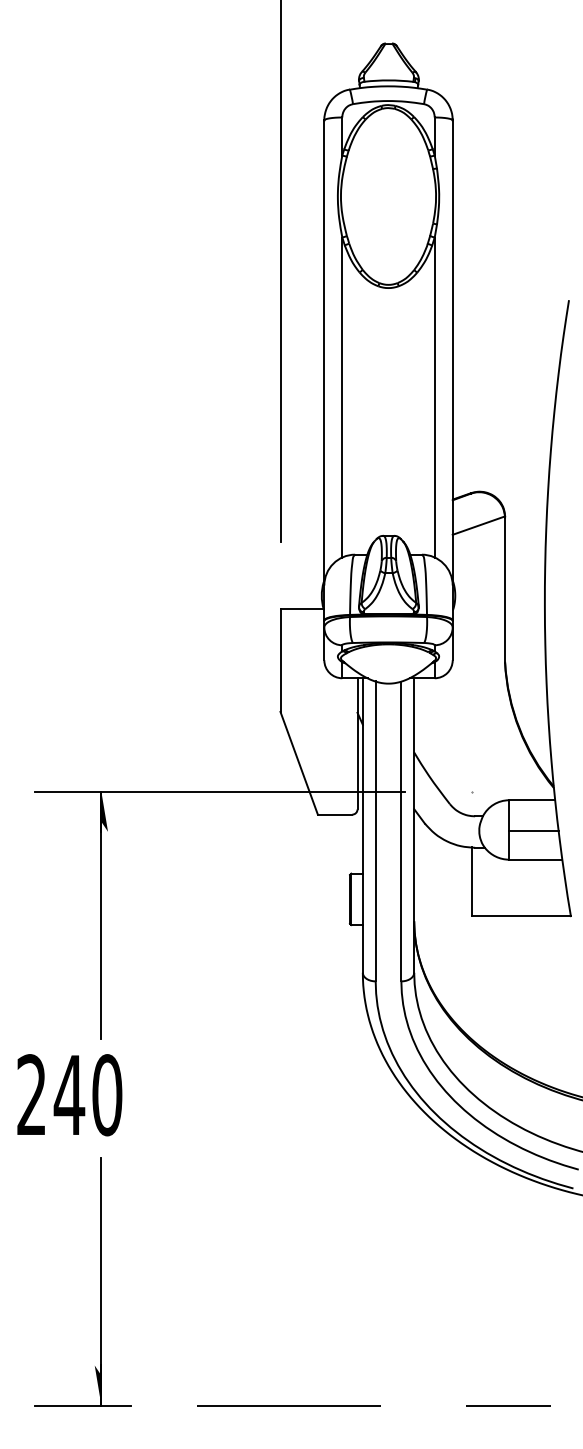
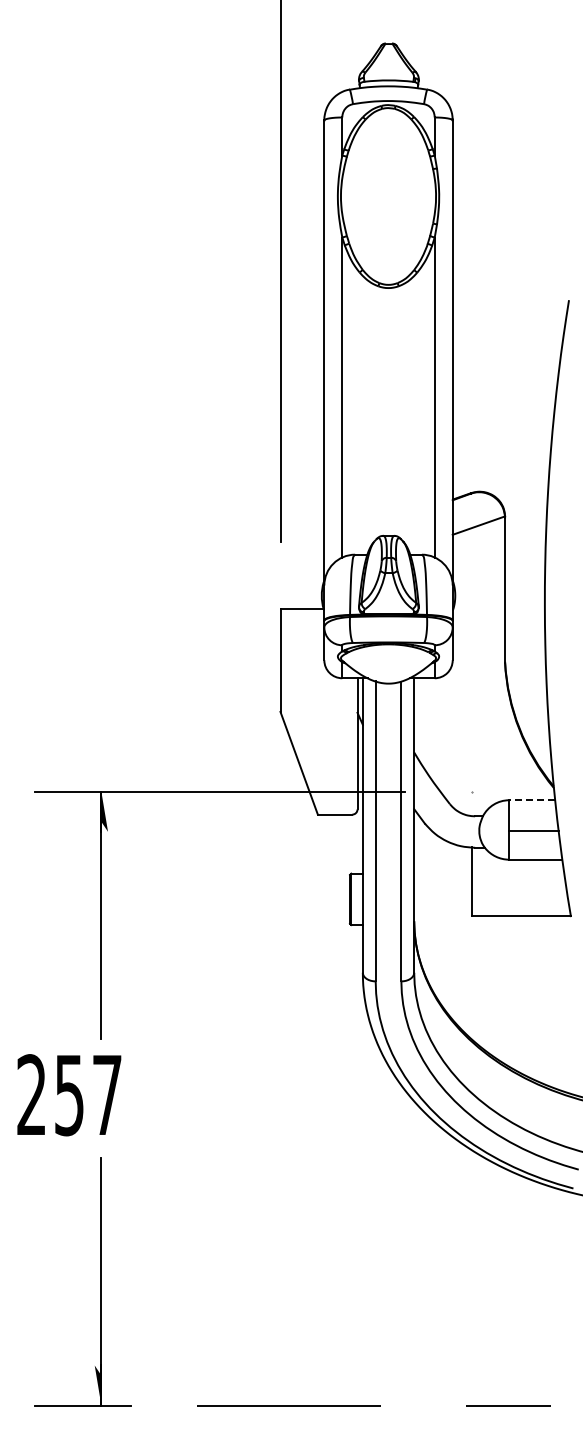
line at (532, 800): solid -> dashed
text at (87, 1095): 240 -> 257
